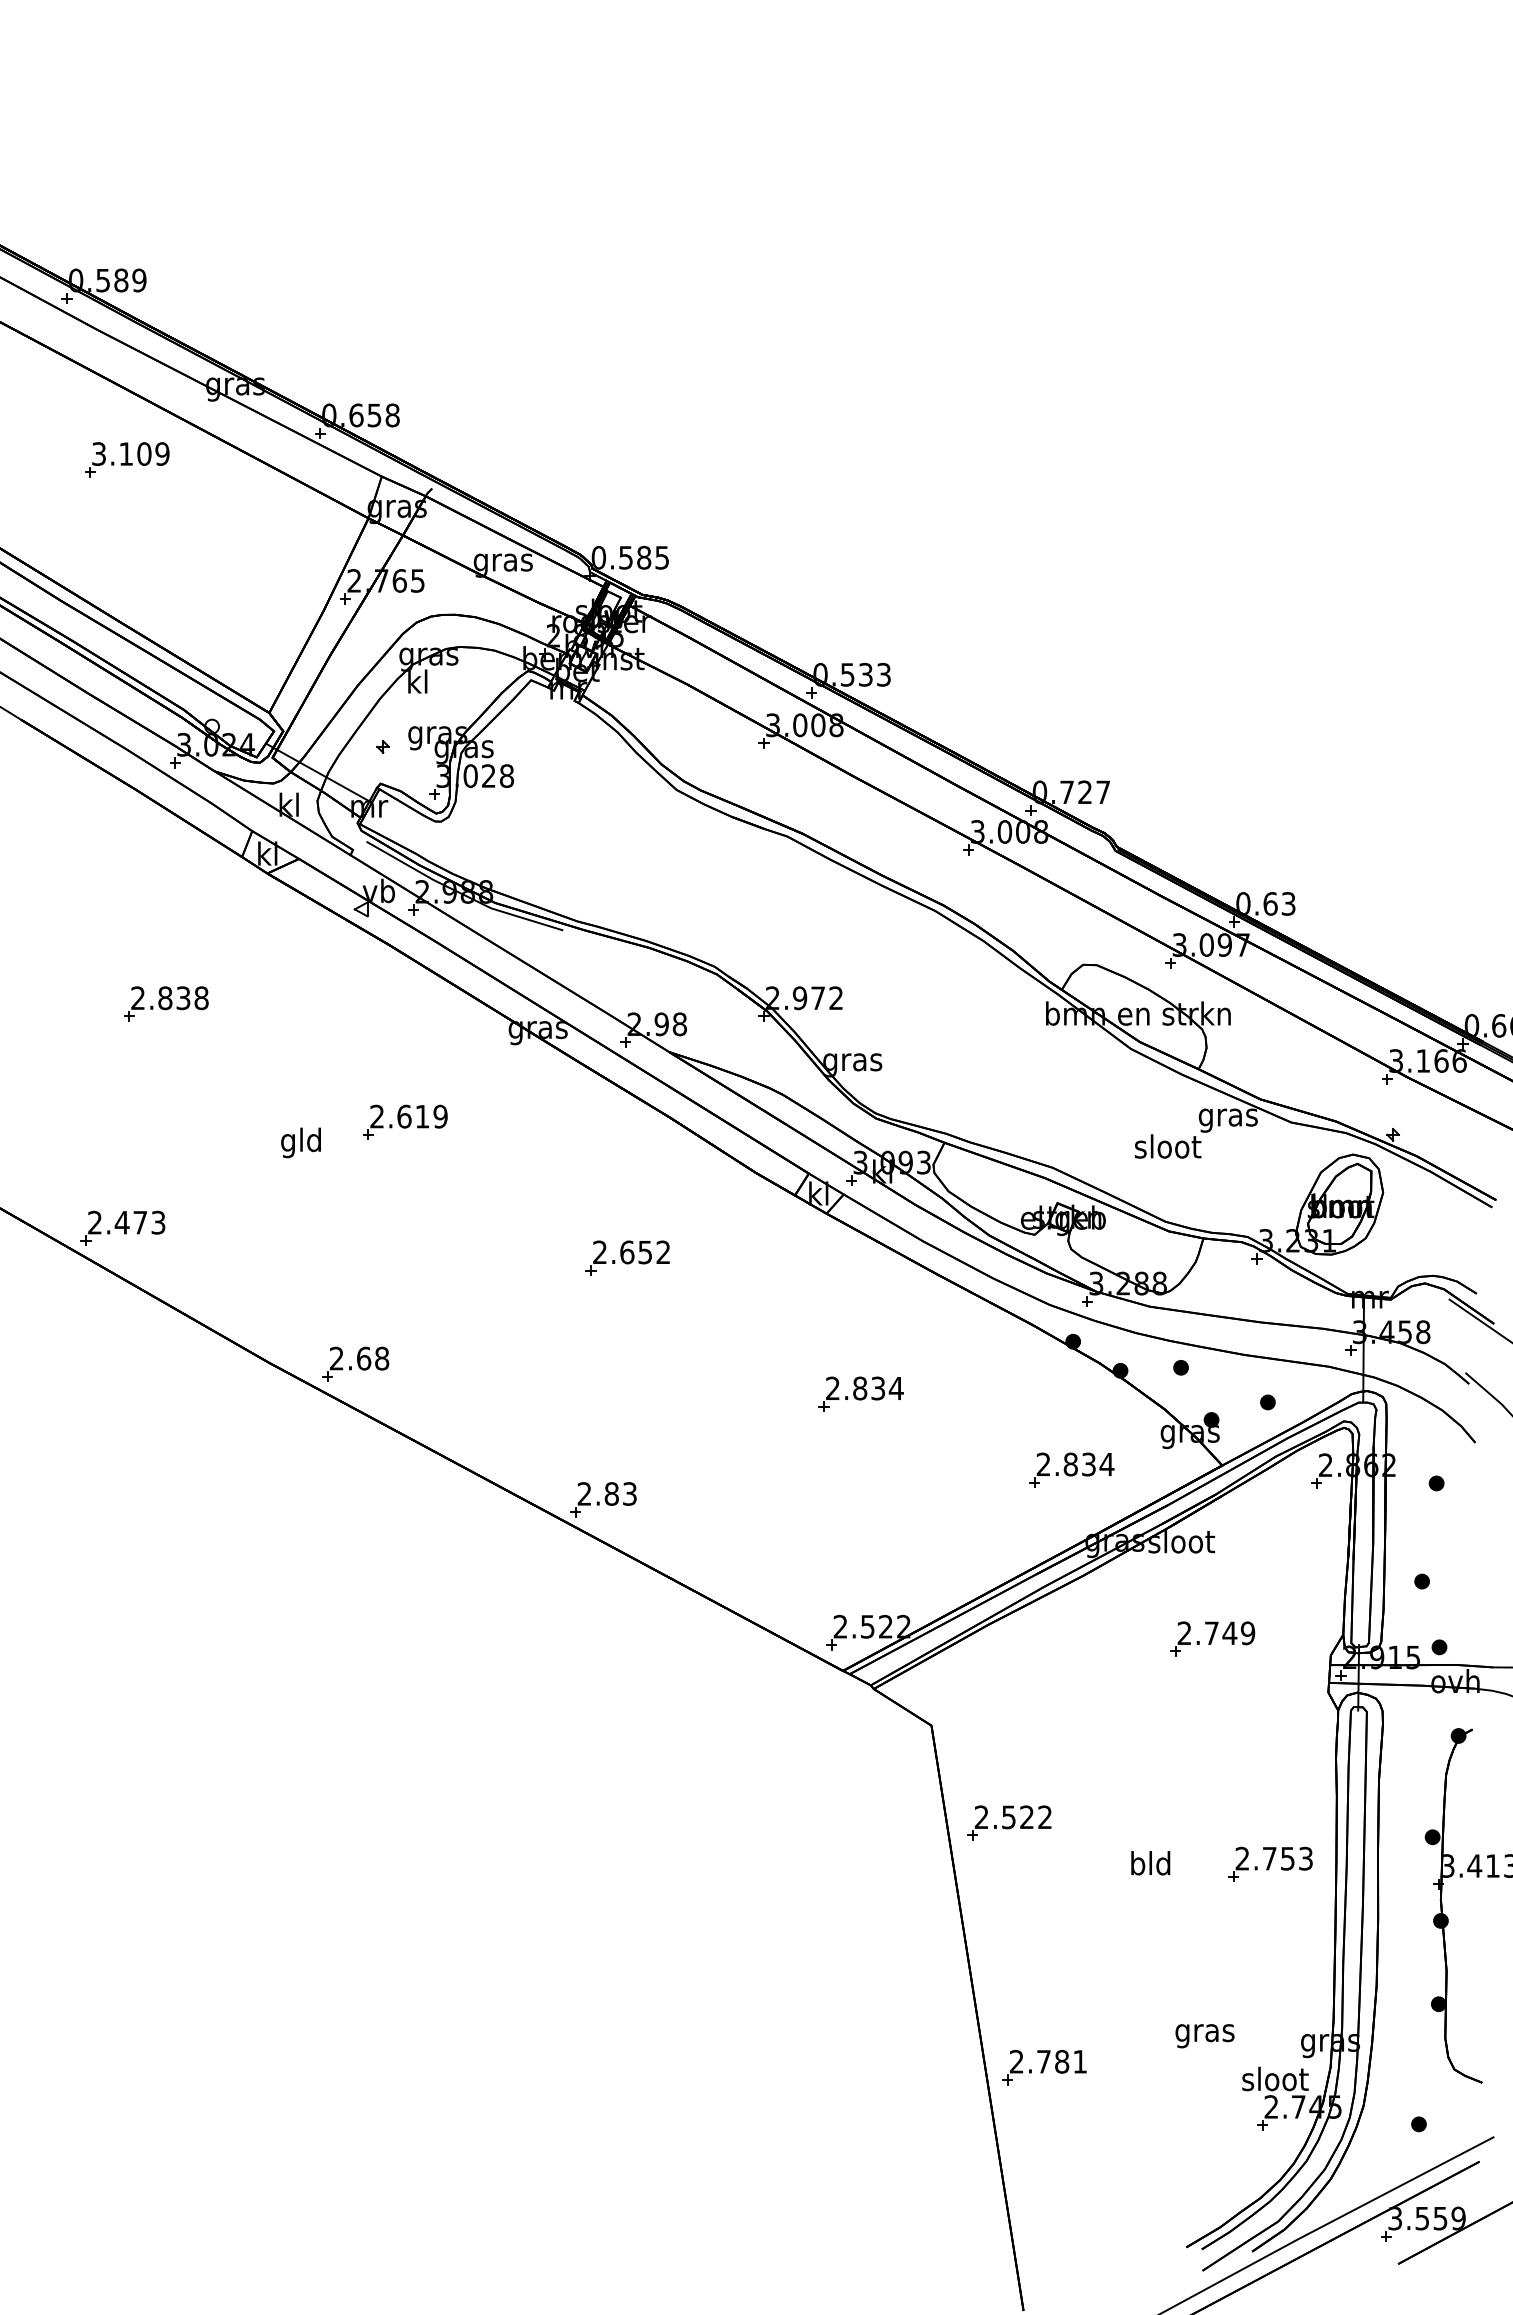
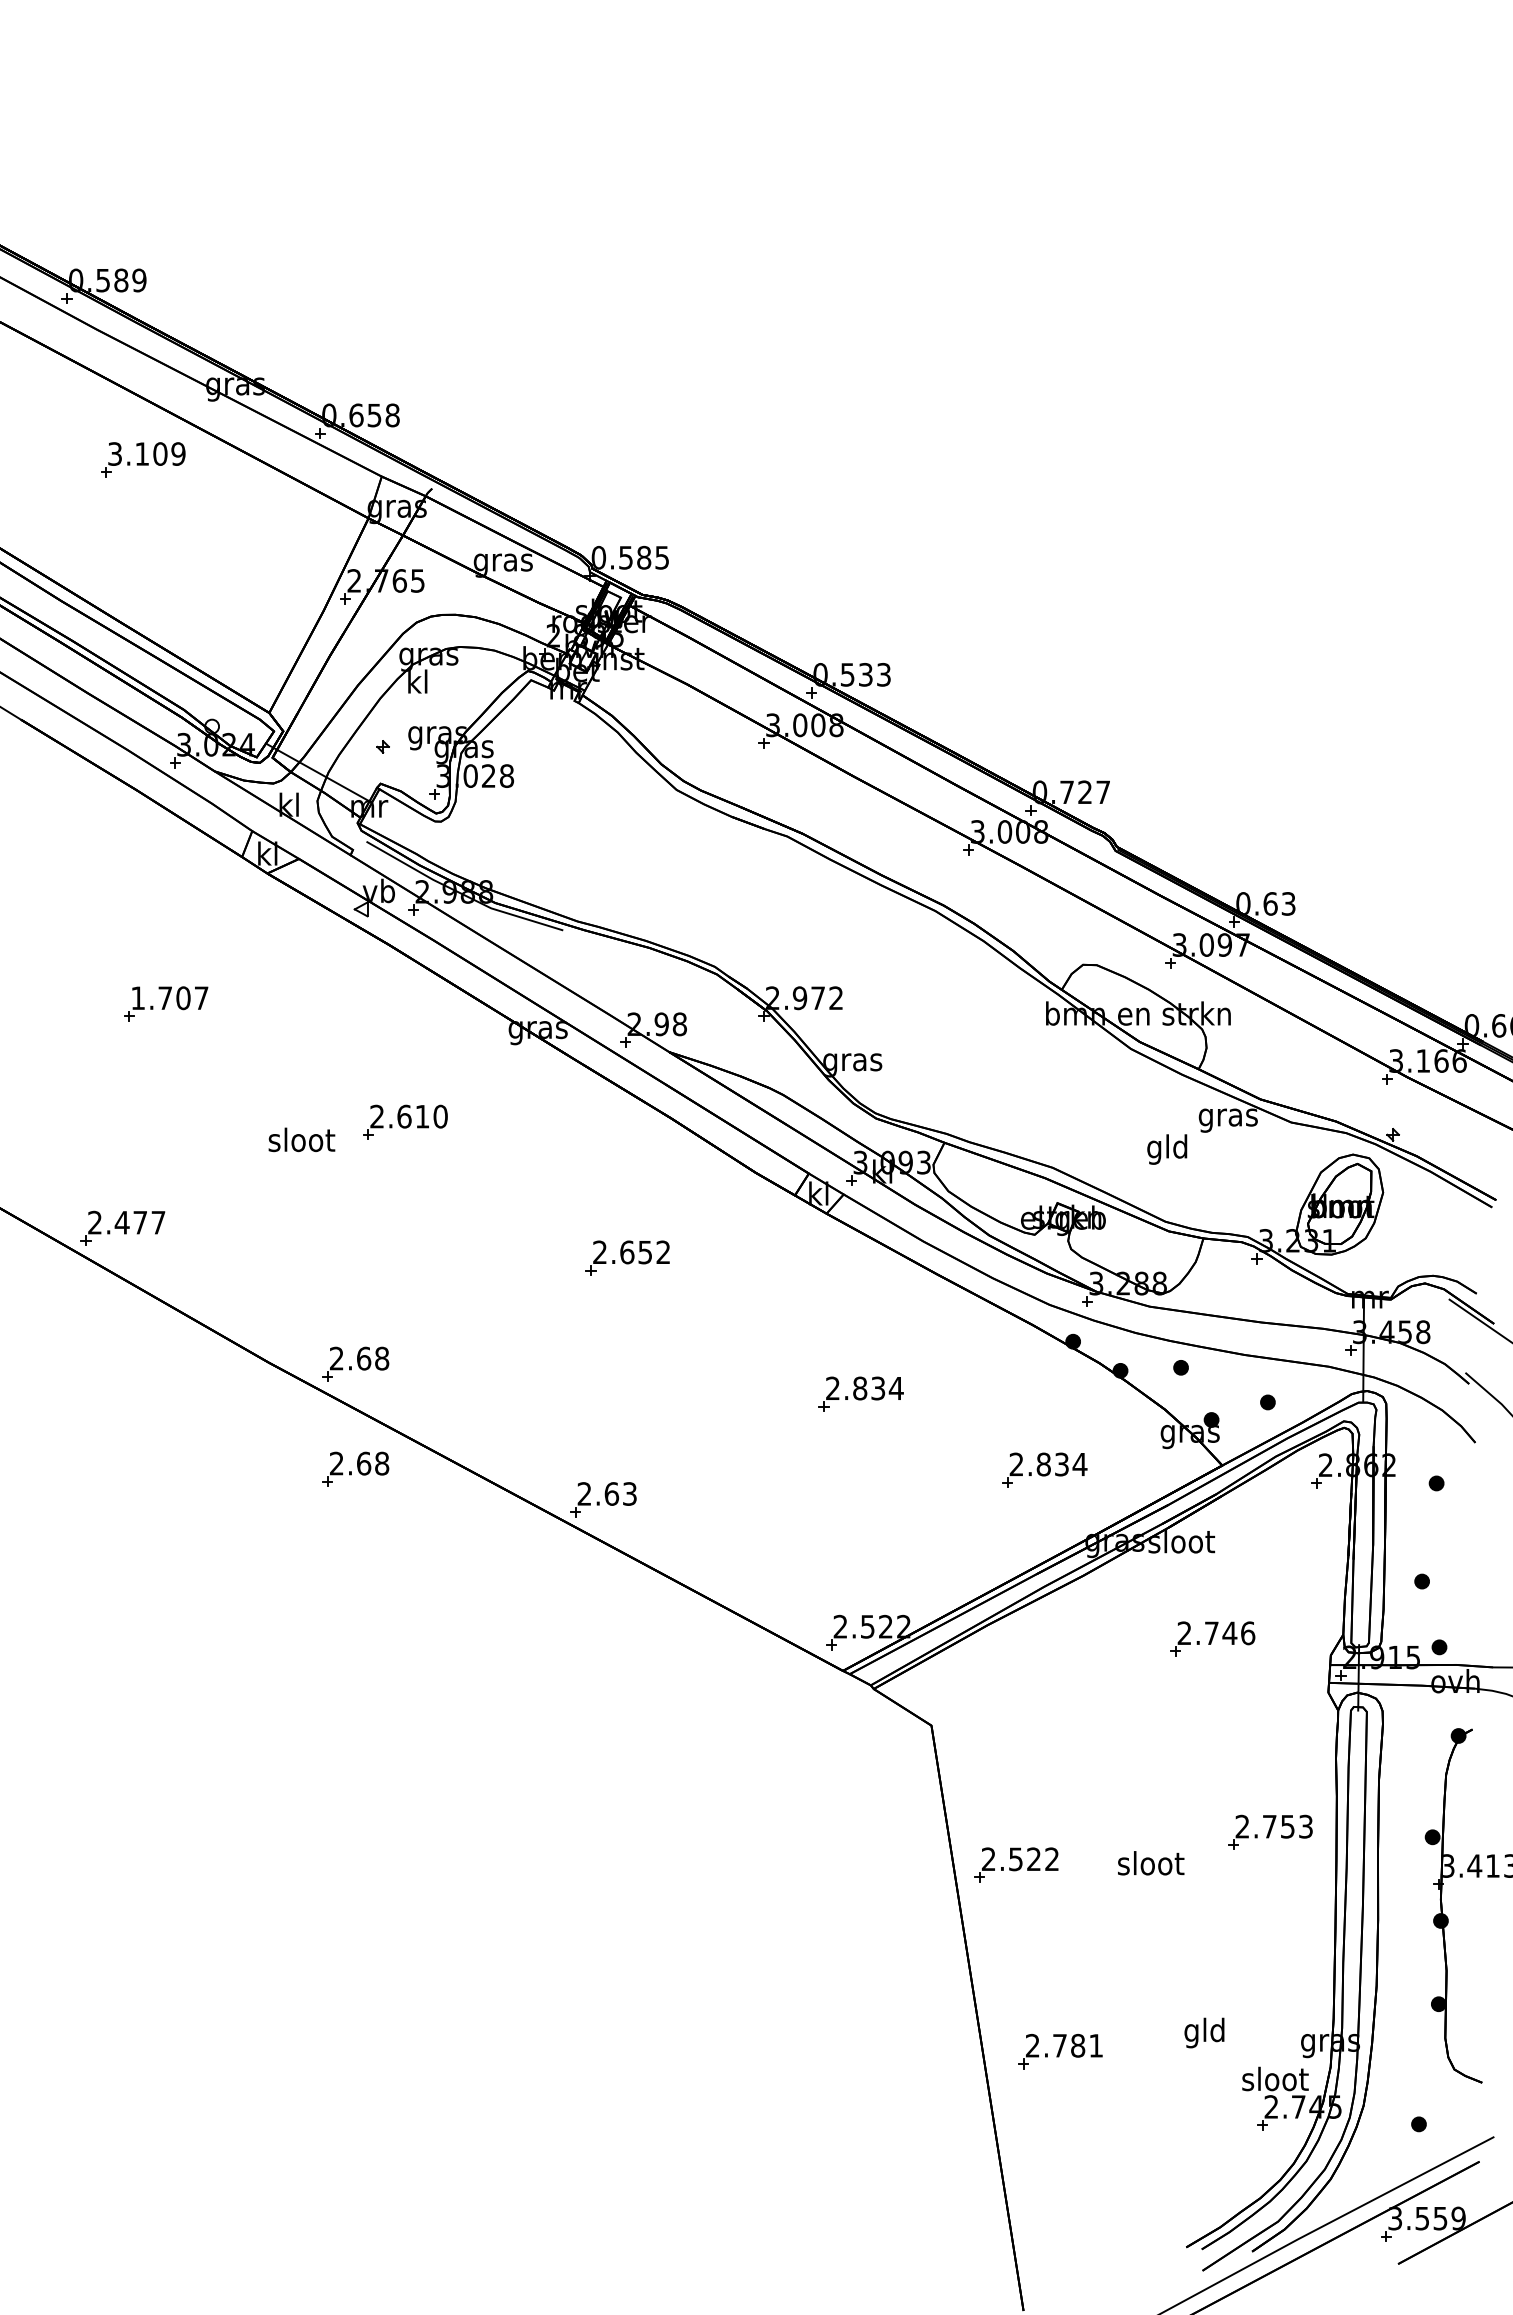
part at (127, 459) position: (127, 459) -> (143, 459)
text at (169, 998): 2.838 -> 1.707
text at (440, 1116): 2.619 -> 2.610
text at (301, 1142): gld -> sloot
text at (1167, 1149): sloot -> gld
text at (158, 1222): 2.473 -> 2.477
part at (355, 1468): none -> present
part at (1071, 1469) position: (1071, 1469) -> (1044, 1469)
text at (611, 1493): 2.83 -> 2.63
text at (1247, 1633): 2.749 -> 2.746
part at (1009, 1822) position: (1009, 1822) -> (1016, 1864)
text at (1151, 1863): bld -> sloot
part at (1270, 1863) position: (1270, 1863) -> (1270, 1831)
text at (1204, 2032): gras -> gld
part at (1044, 2067) position: (1044, 2067) -> (1060, 2051)
